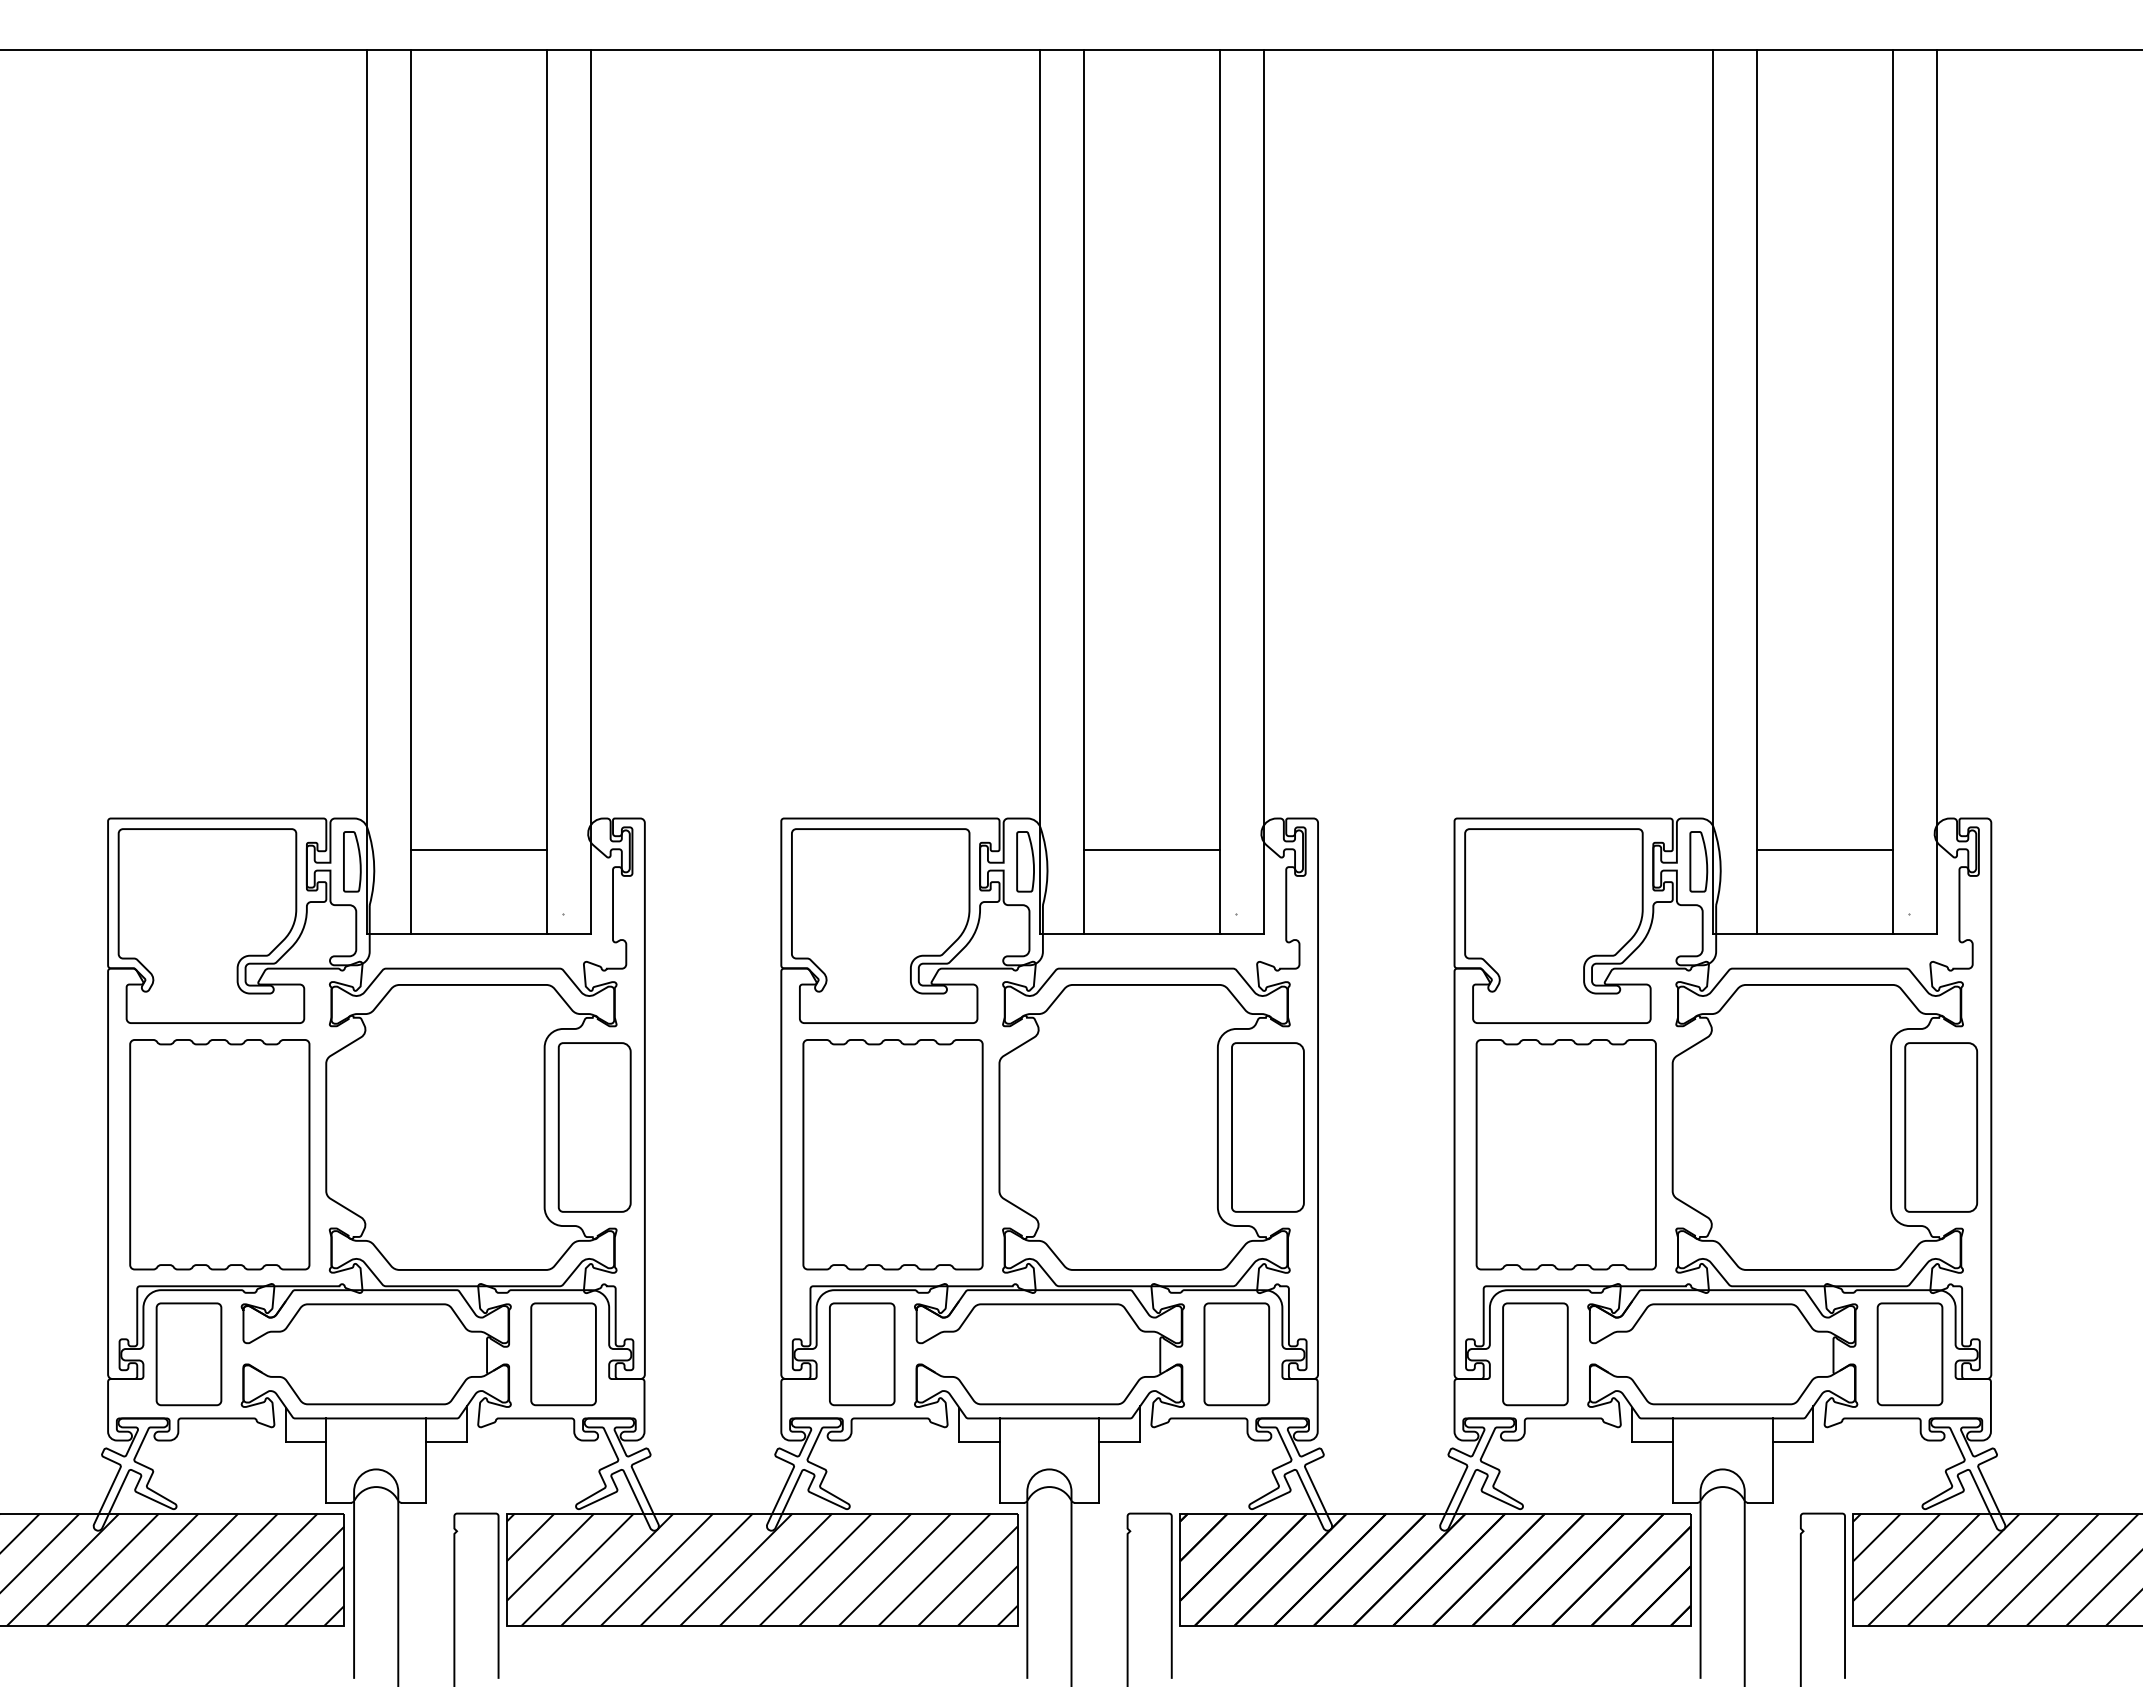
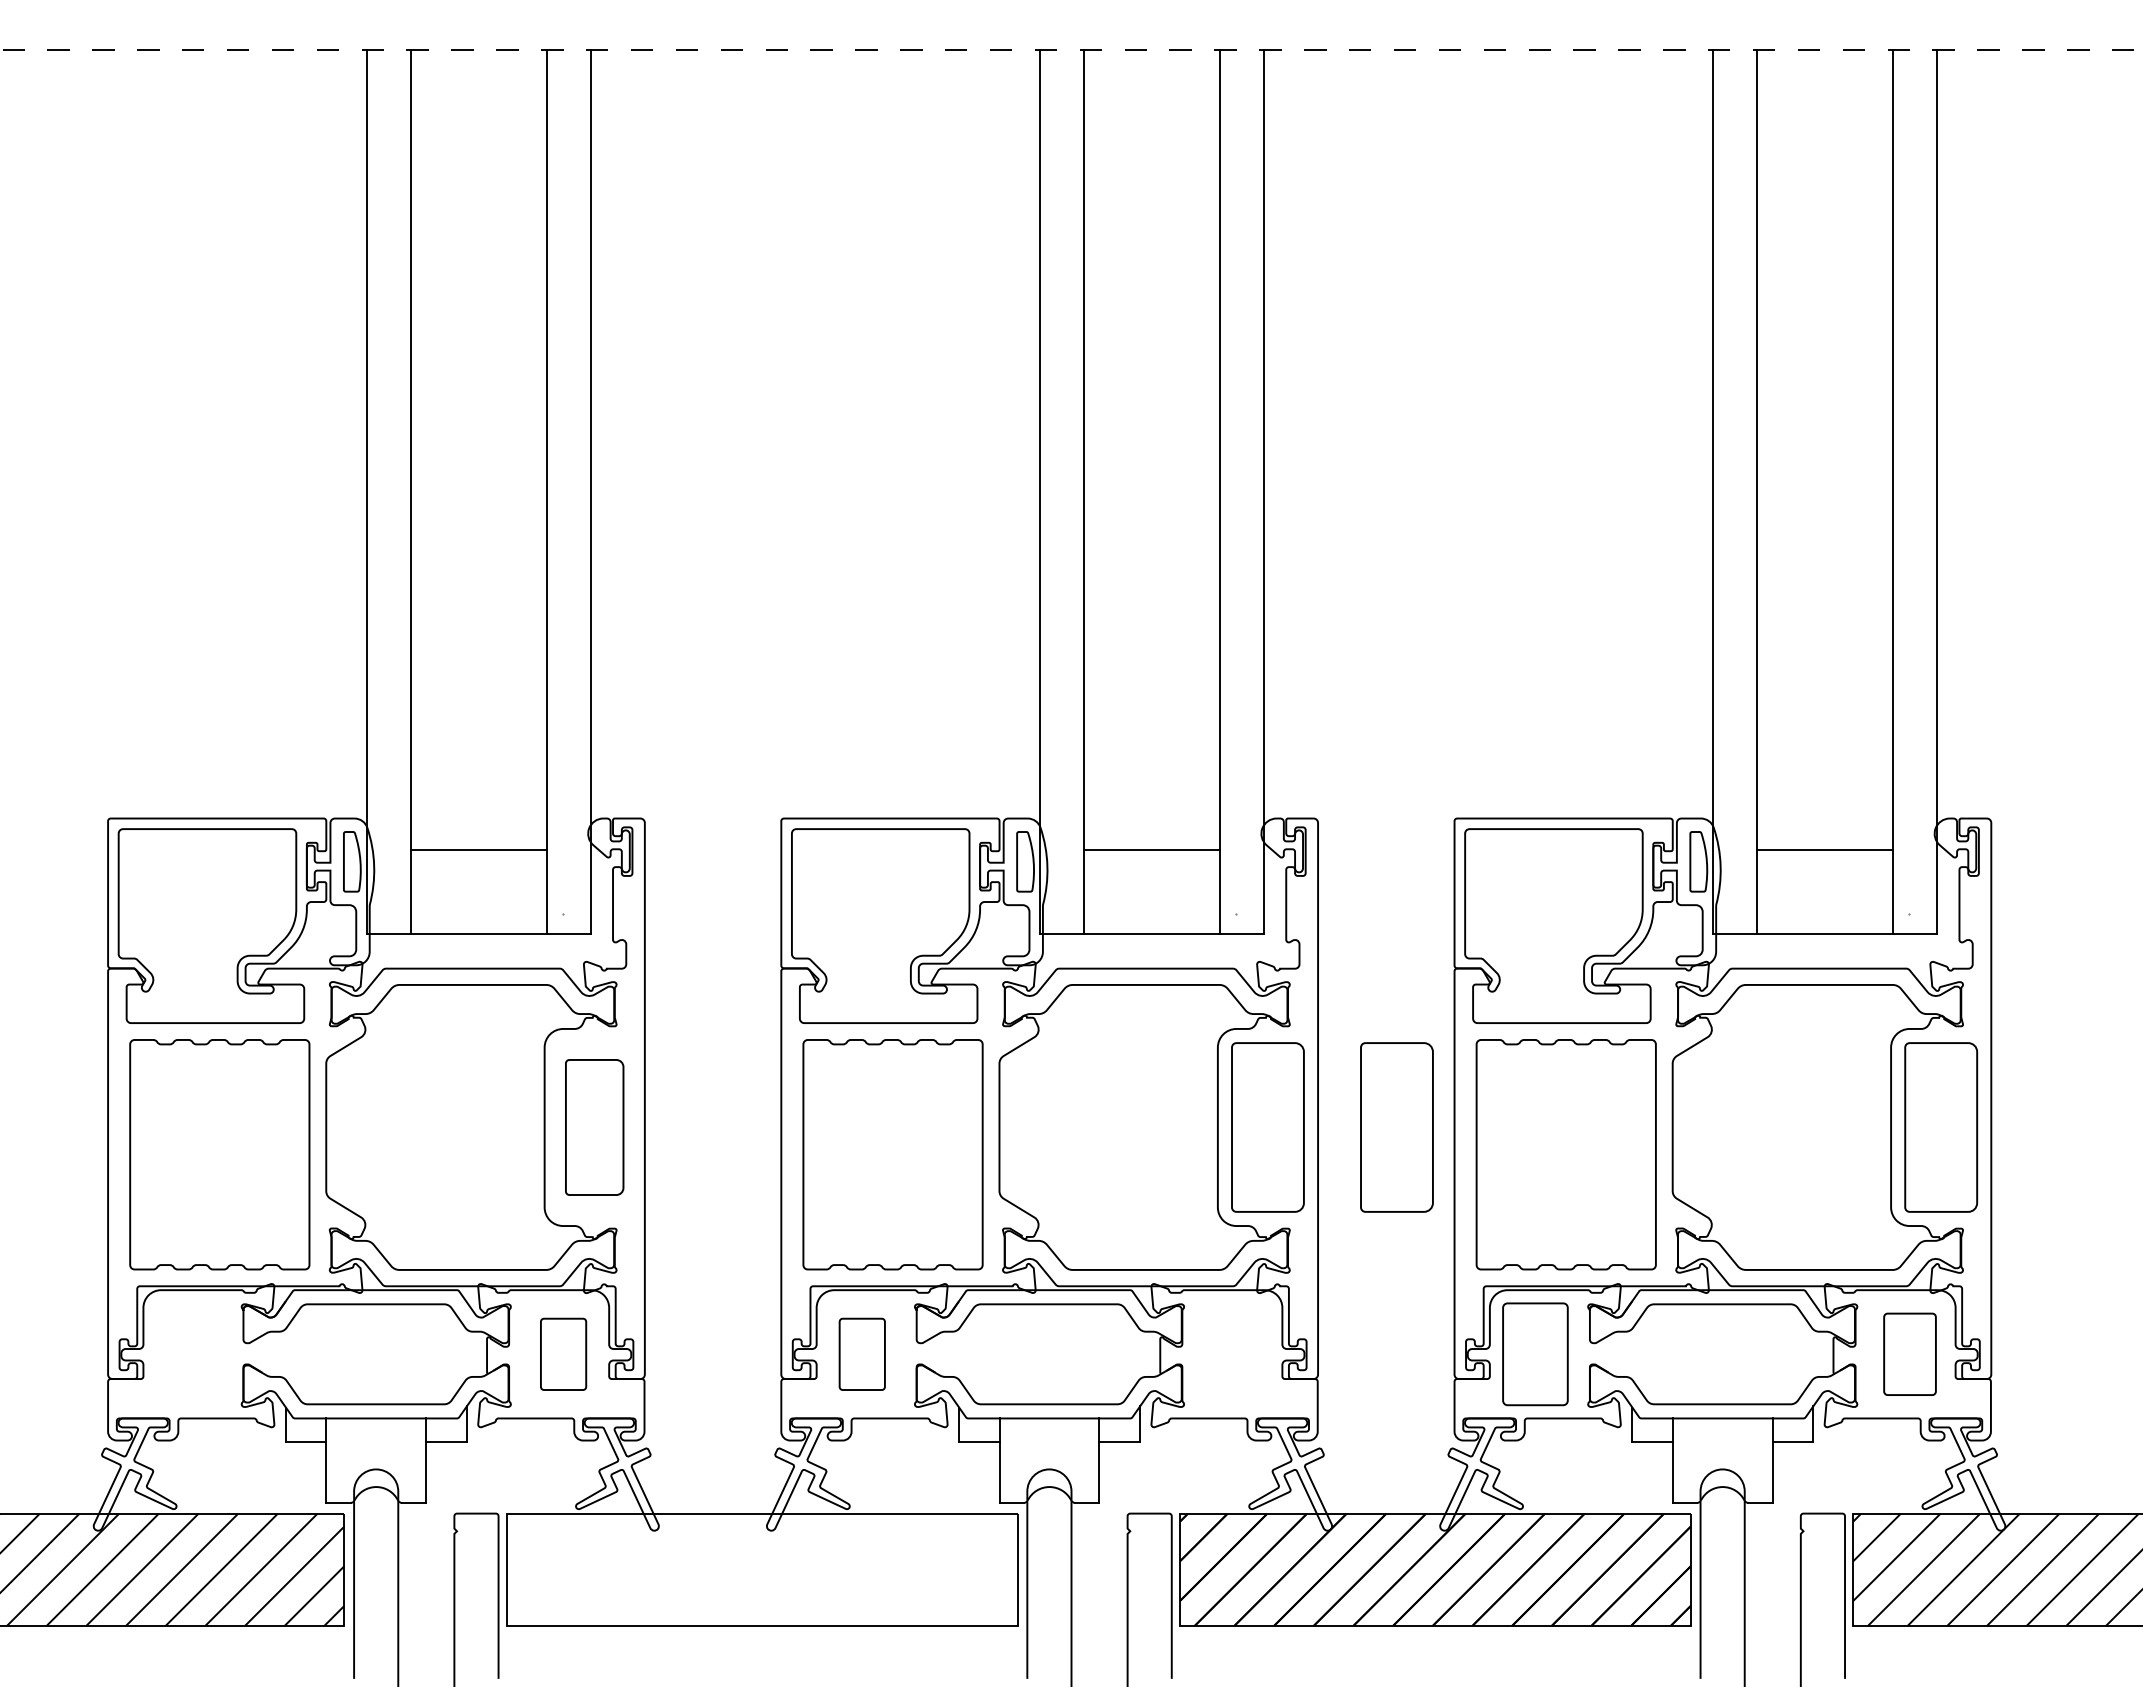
line at (1071, 50): solid -> dashed
part at (594, 1127) size: 75x171 px -> 60x137 px
part at (1396, 1127): none -> present
part at (188, 1354): present -> none
part at (563, 1354) size: 67x105 px -> 48x74 px
part at (862, 1354) size: 67x105 px -> 48x74 px
part at (1236, 1354): present -> none
part at (1909, 1354) size: 68x105 px -> 54x84 px
hatch at (761, 1569): present -> none
